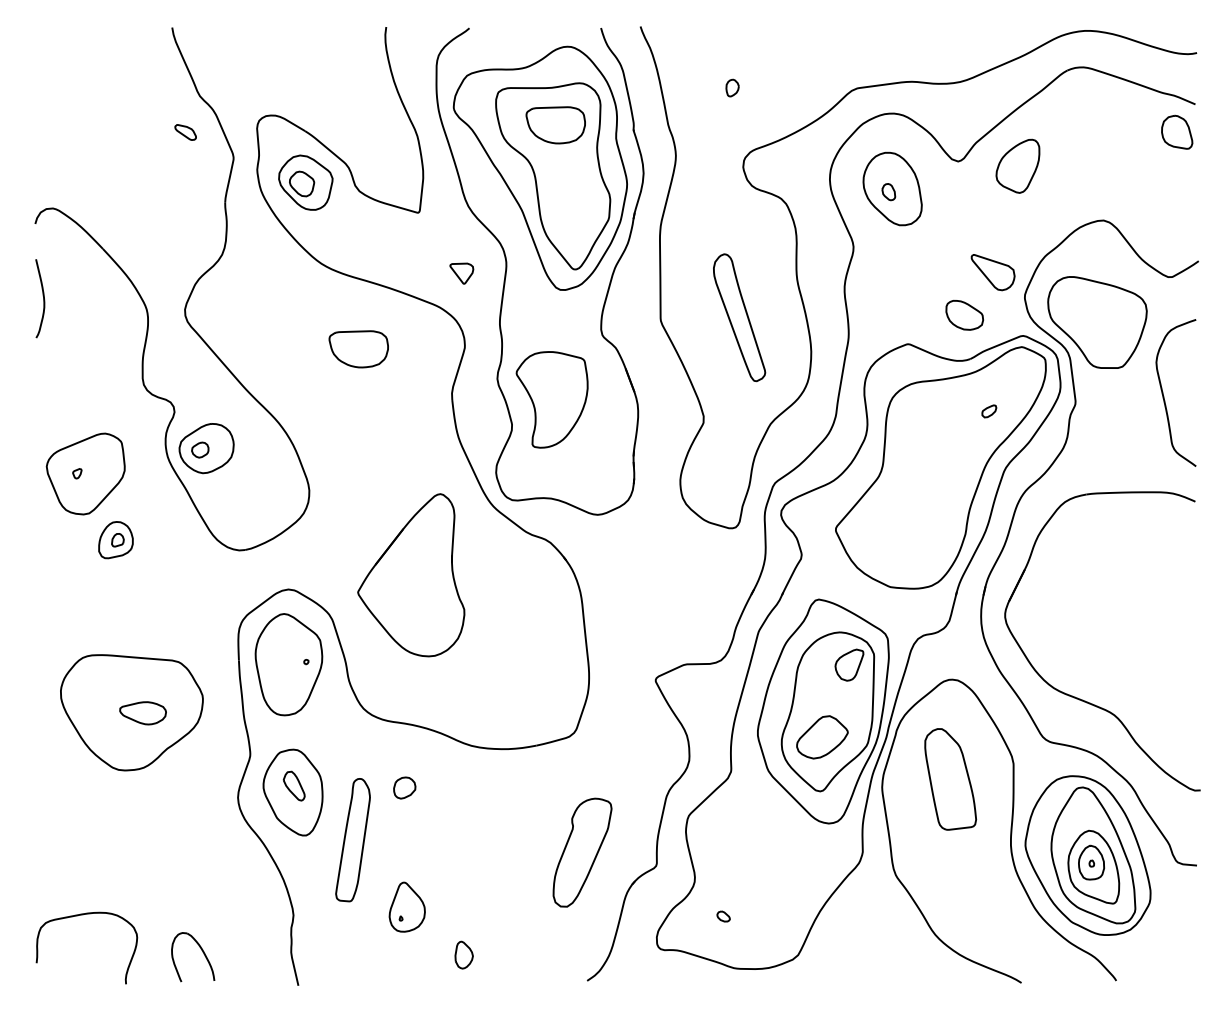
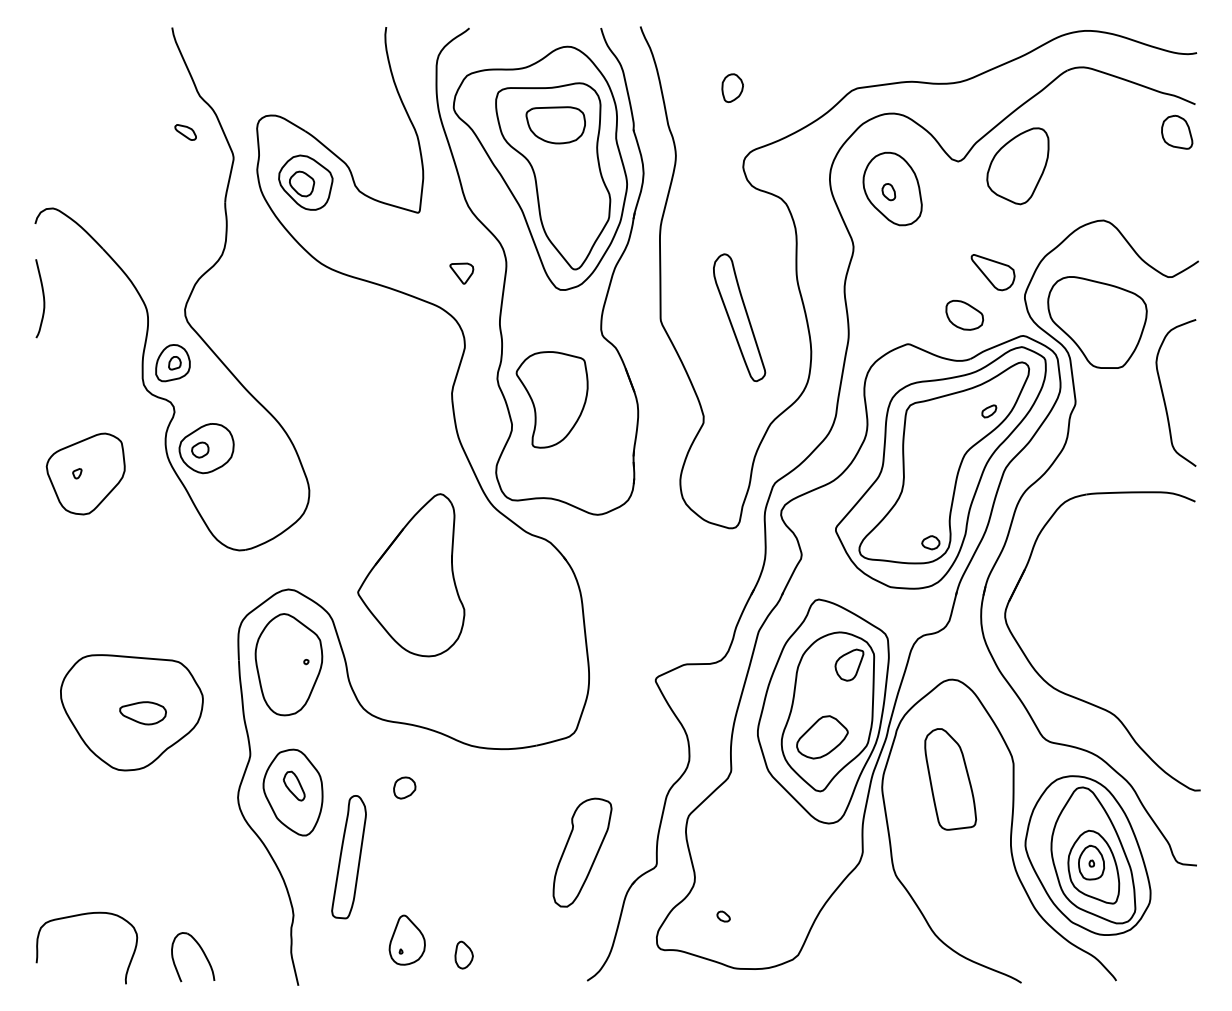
part at (732, 87) size: 15x20 px -> 23x30 px
part at (1017, 165) size: 46x56 px -> 64x79 px
part at (358, 349): present -> none
part at (944, 462): none -> present
part at (115, 540) position: (115, 540) -> (172, 363)
part at (352, 840) position: (352, 840) -> (348, 857)
part at (406, 906) position: (406, 906) -> (406, 939)
